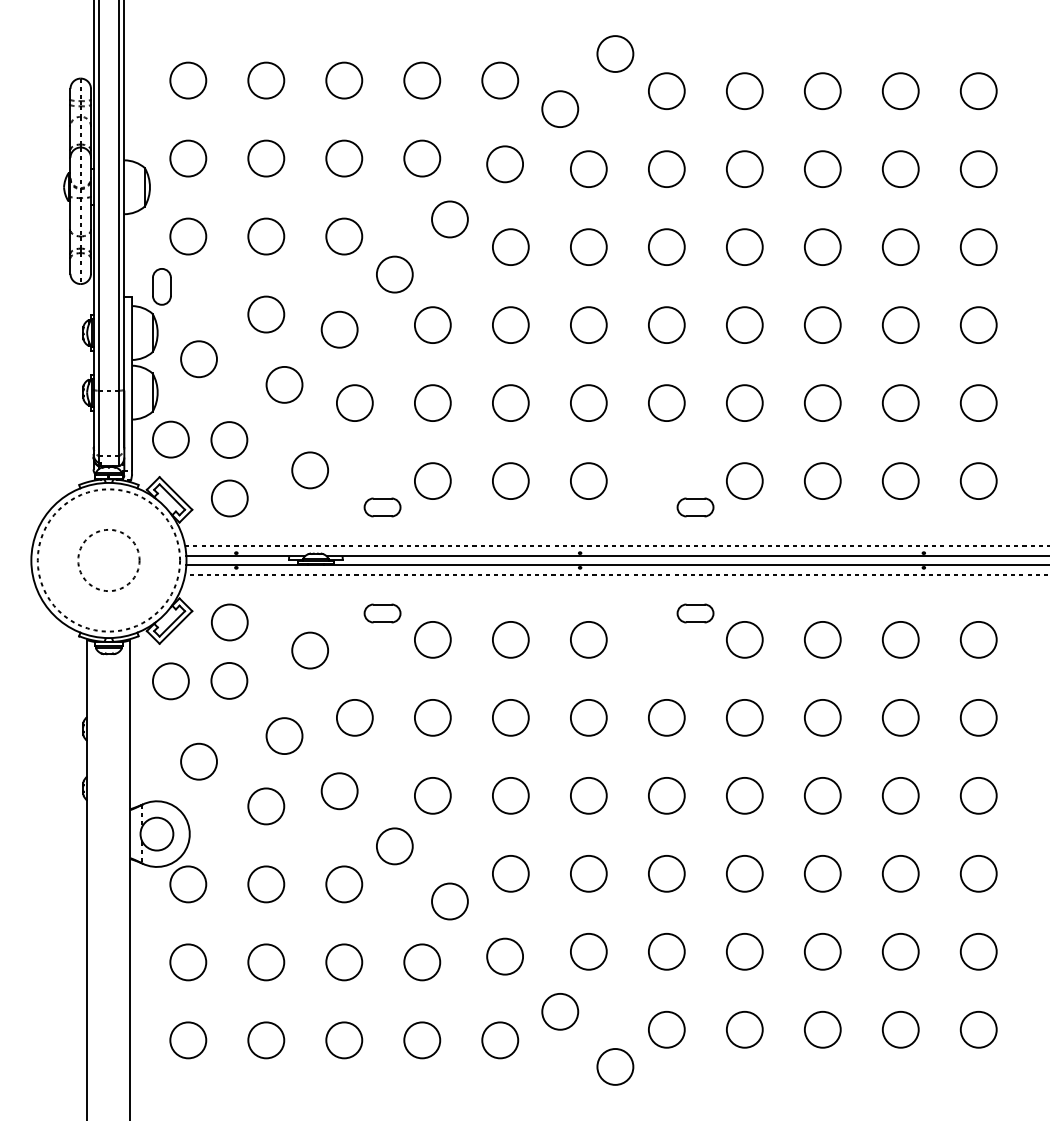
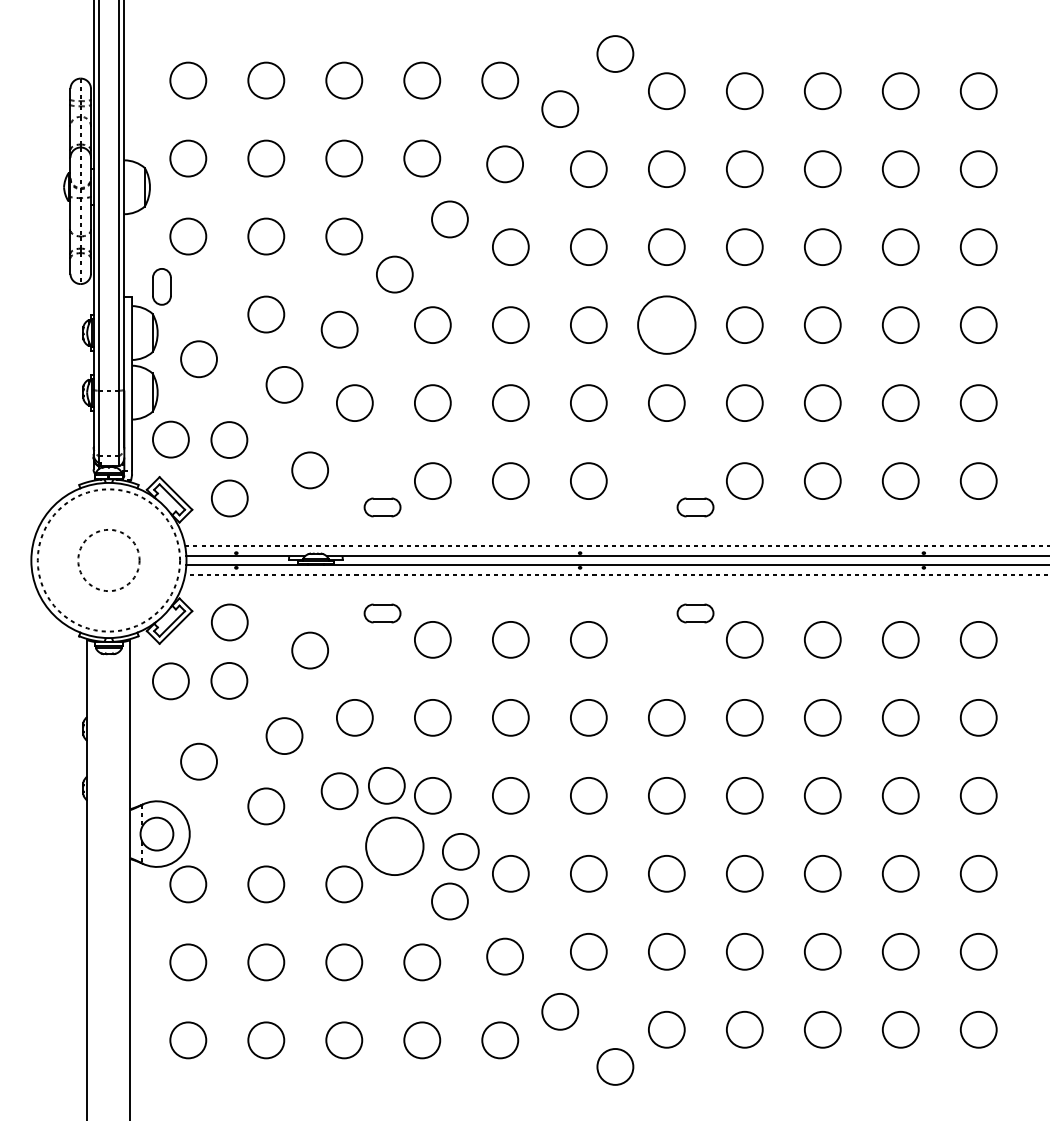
circle at (666, 325) diameter: 36 px -> 57 px
circle at (386, 785): none -> present
circle at (394, 846) diameter: 36 px -> 57 px
circle at (460, 851): none -> present
